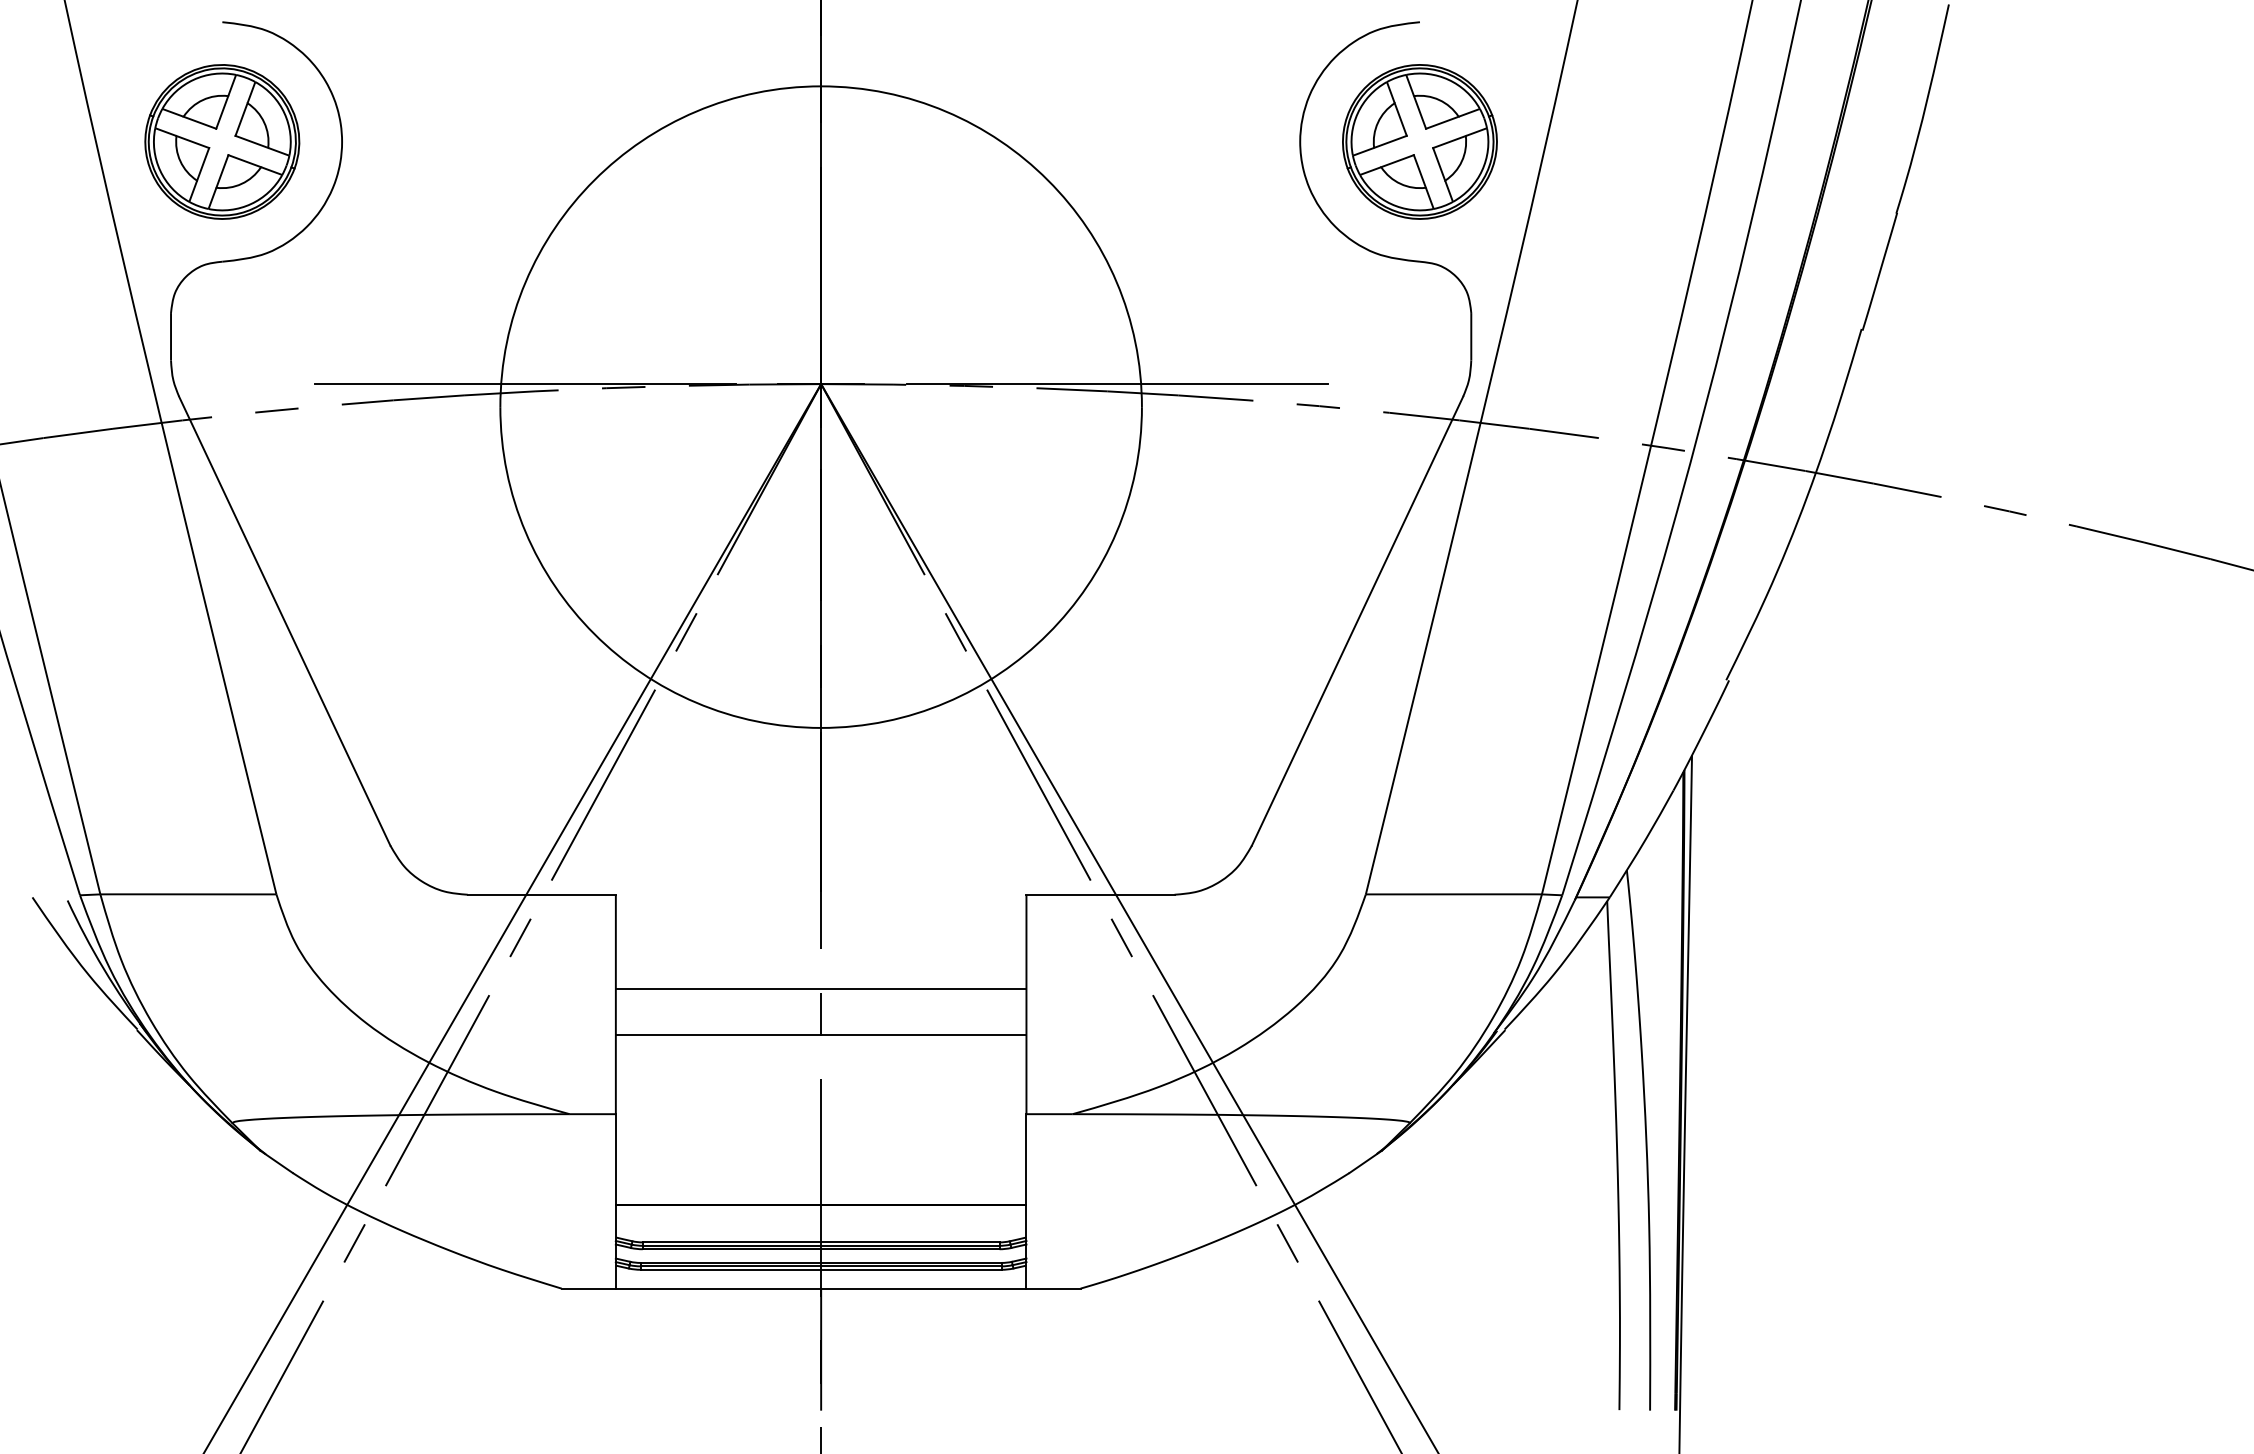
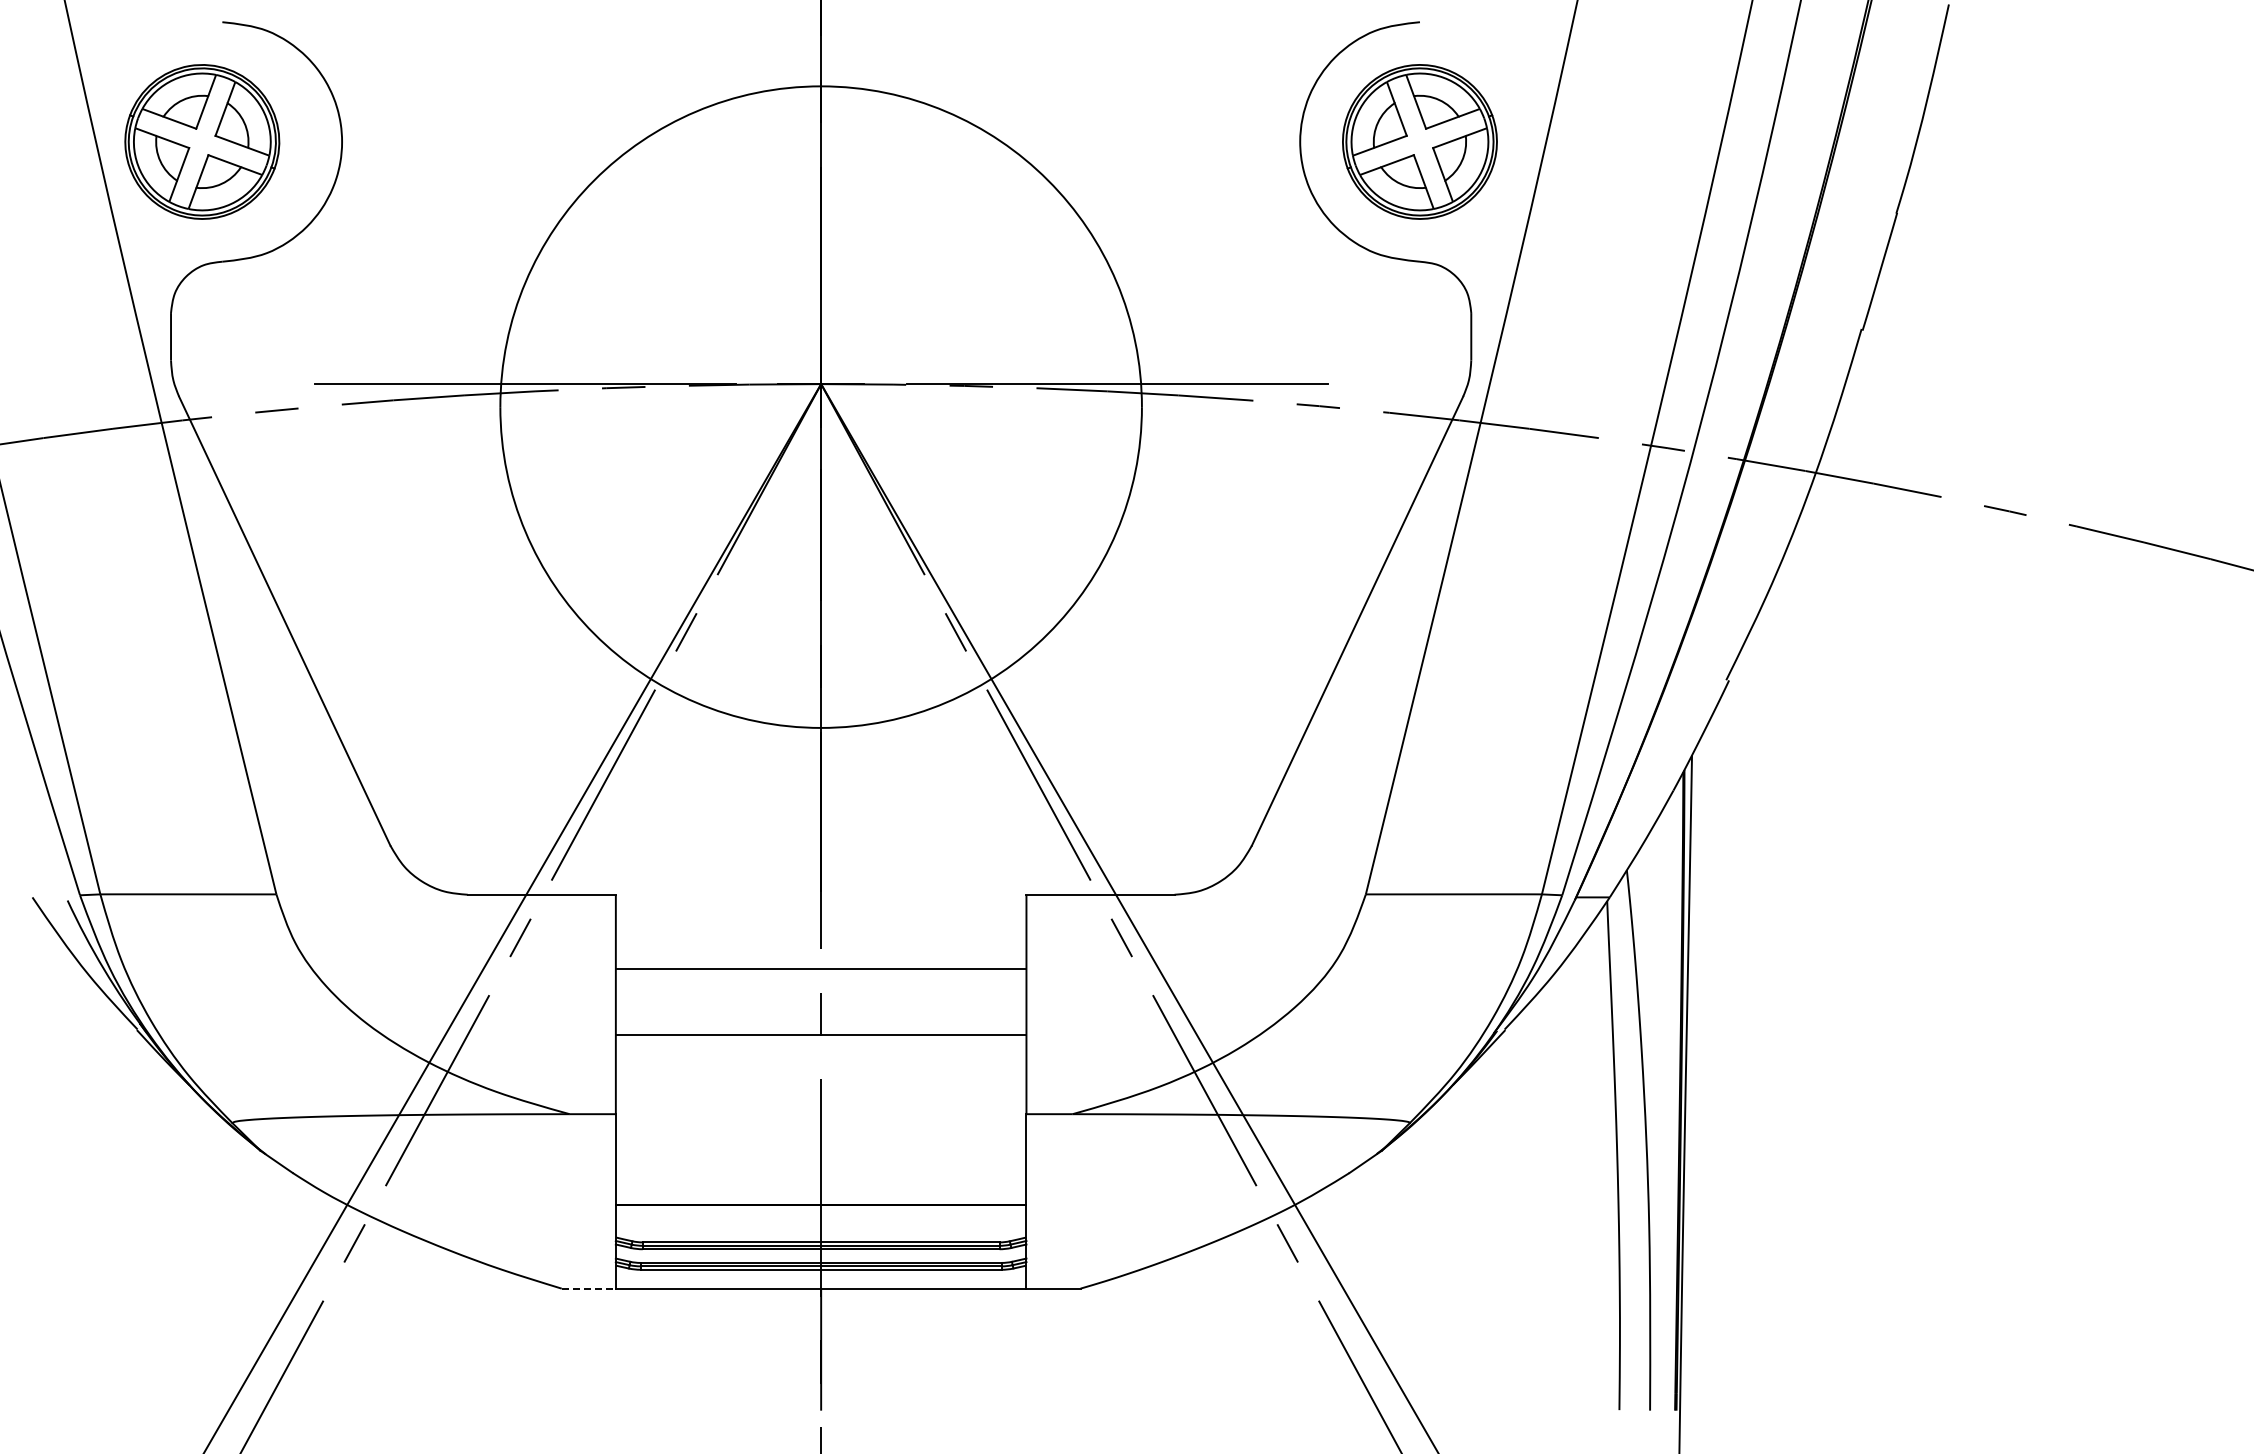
part at (222, 141) position: (222, 141) -> (202, 141)
line at (820, 988) position: (820, 988) -> (820, 968)
line at (589, 1288): solid -> dashed
